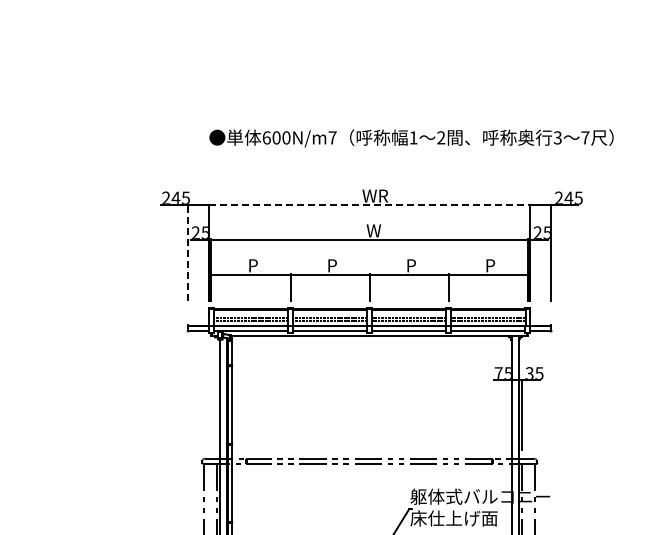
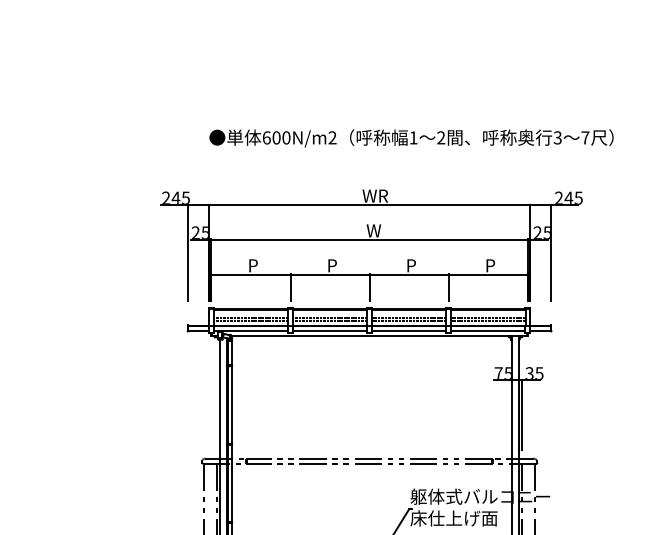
text at (332, 137): 600N/m7 -> 600N/m2
line at (370, 204): dashed -> solid
line at (187, 252): dashed -> solid
